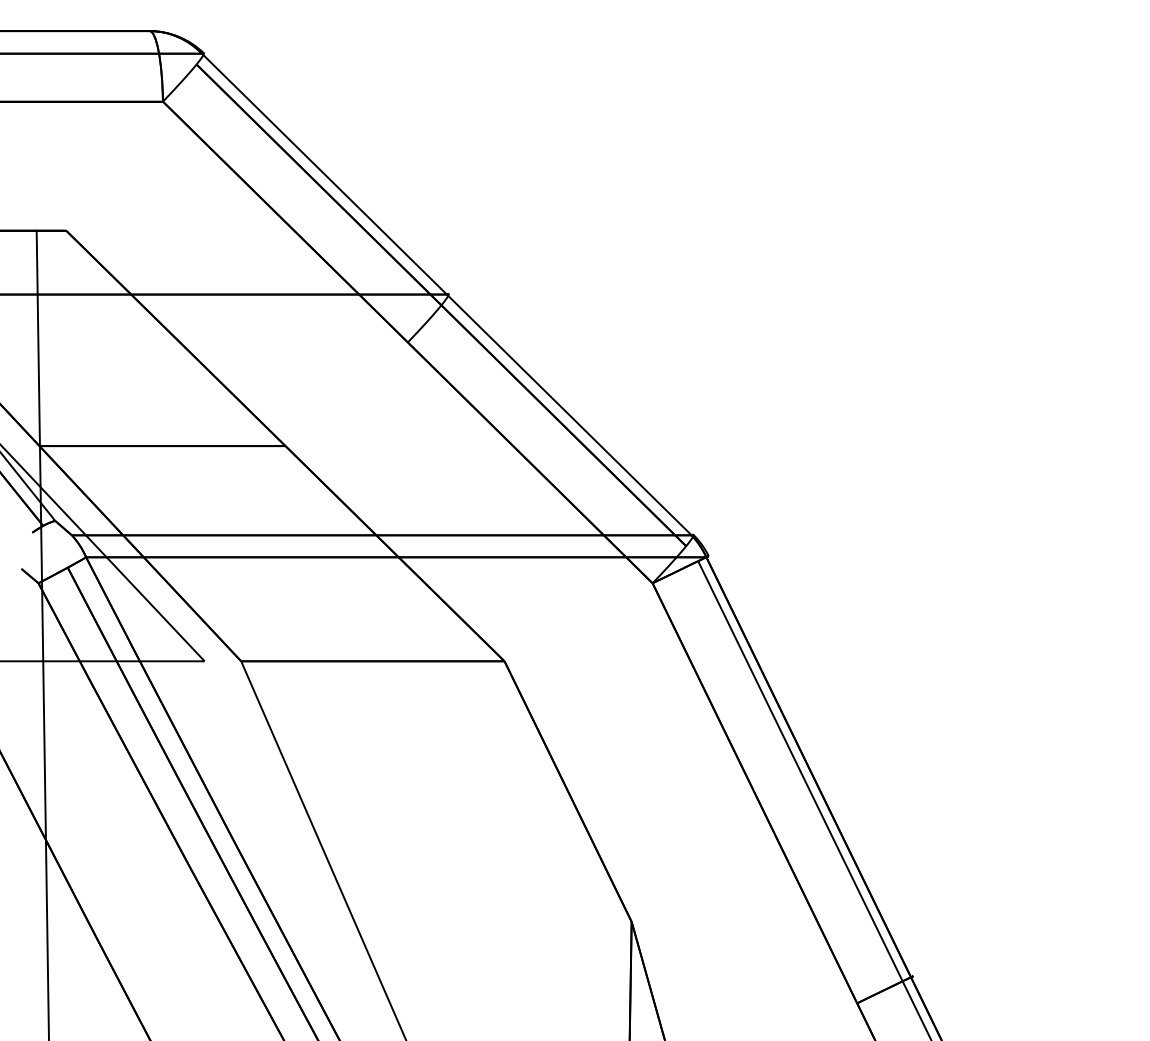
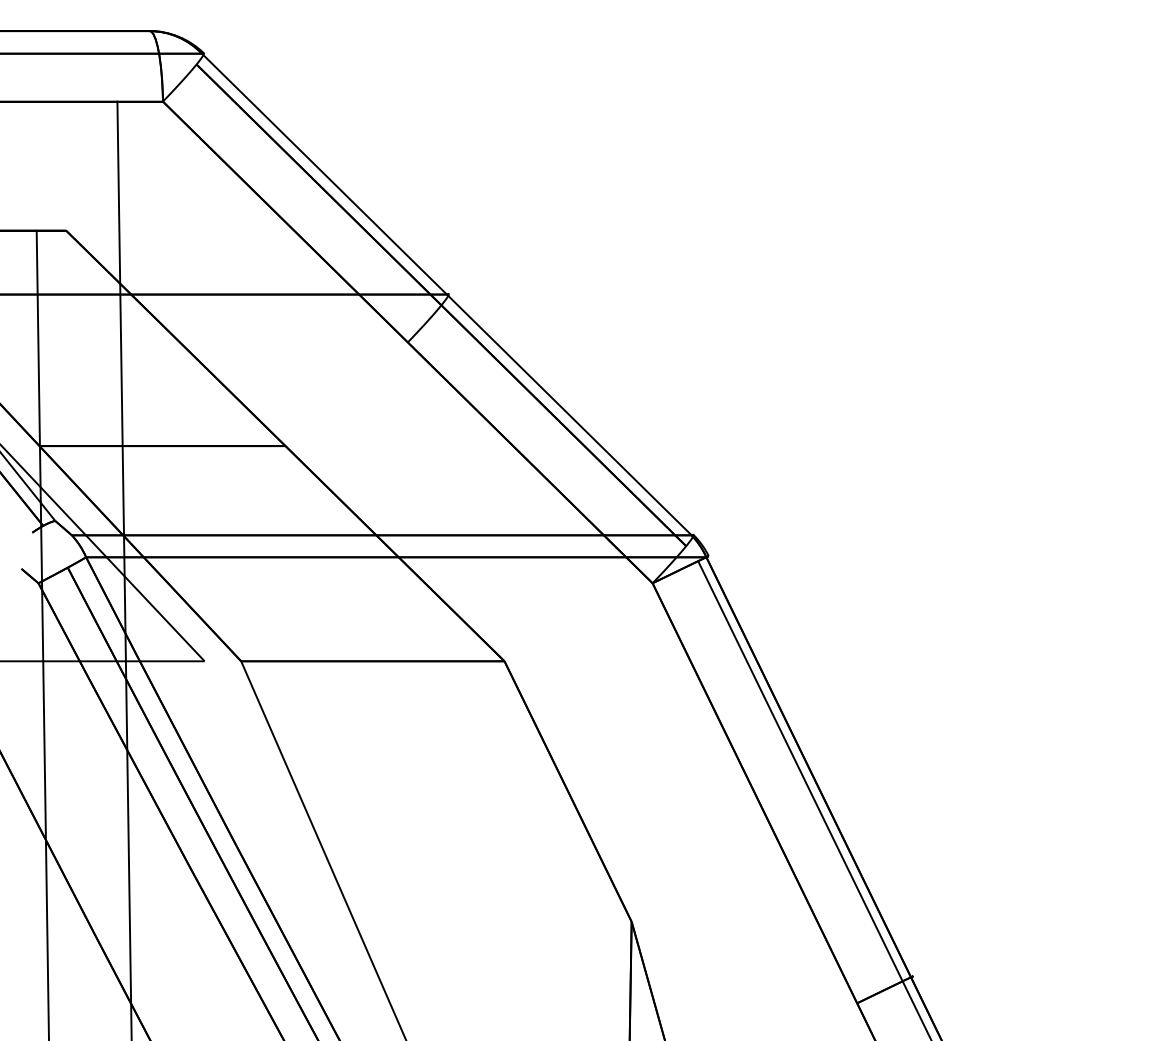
line at (124, 569): none -> present
